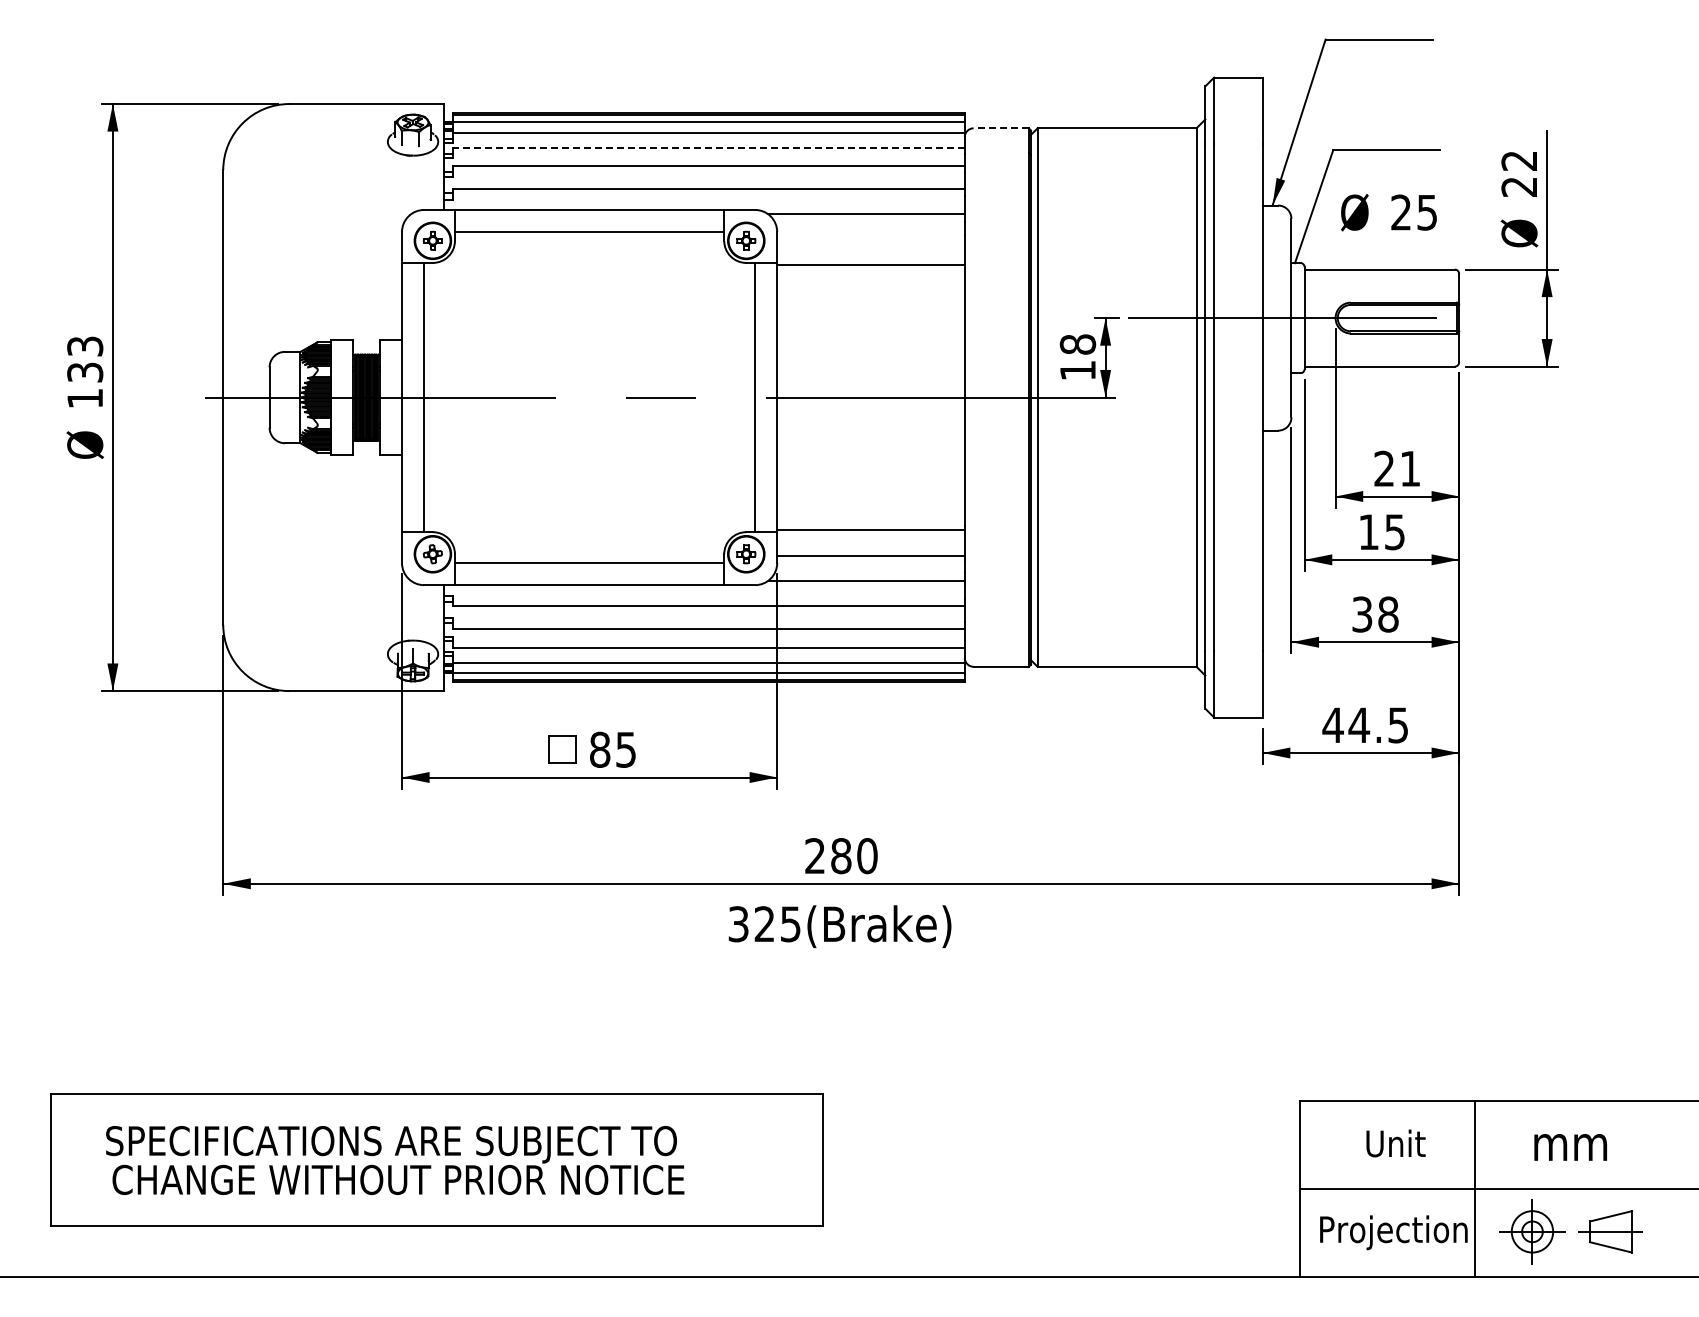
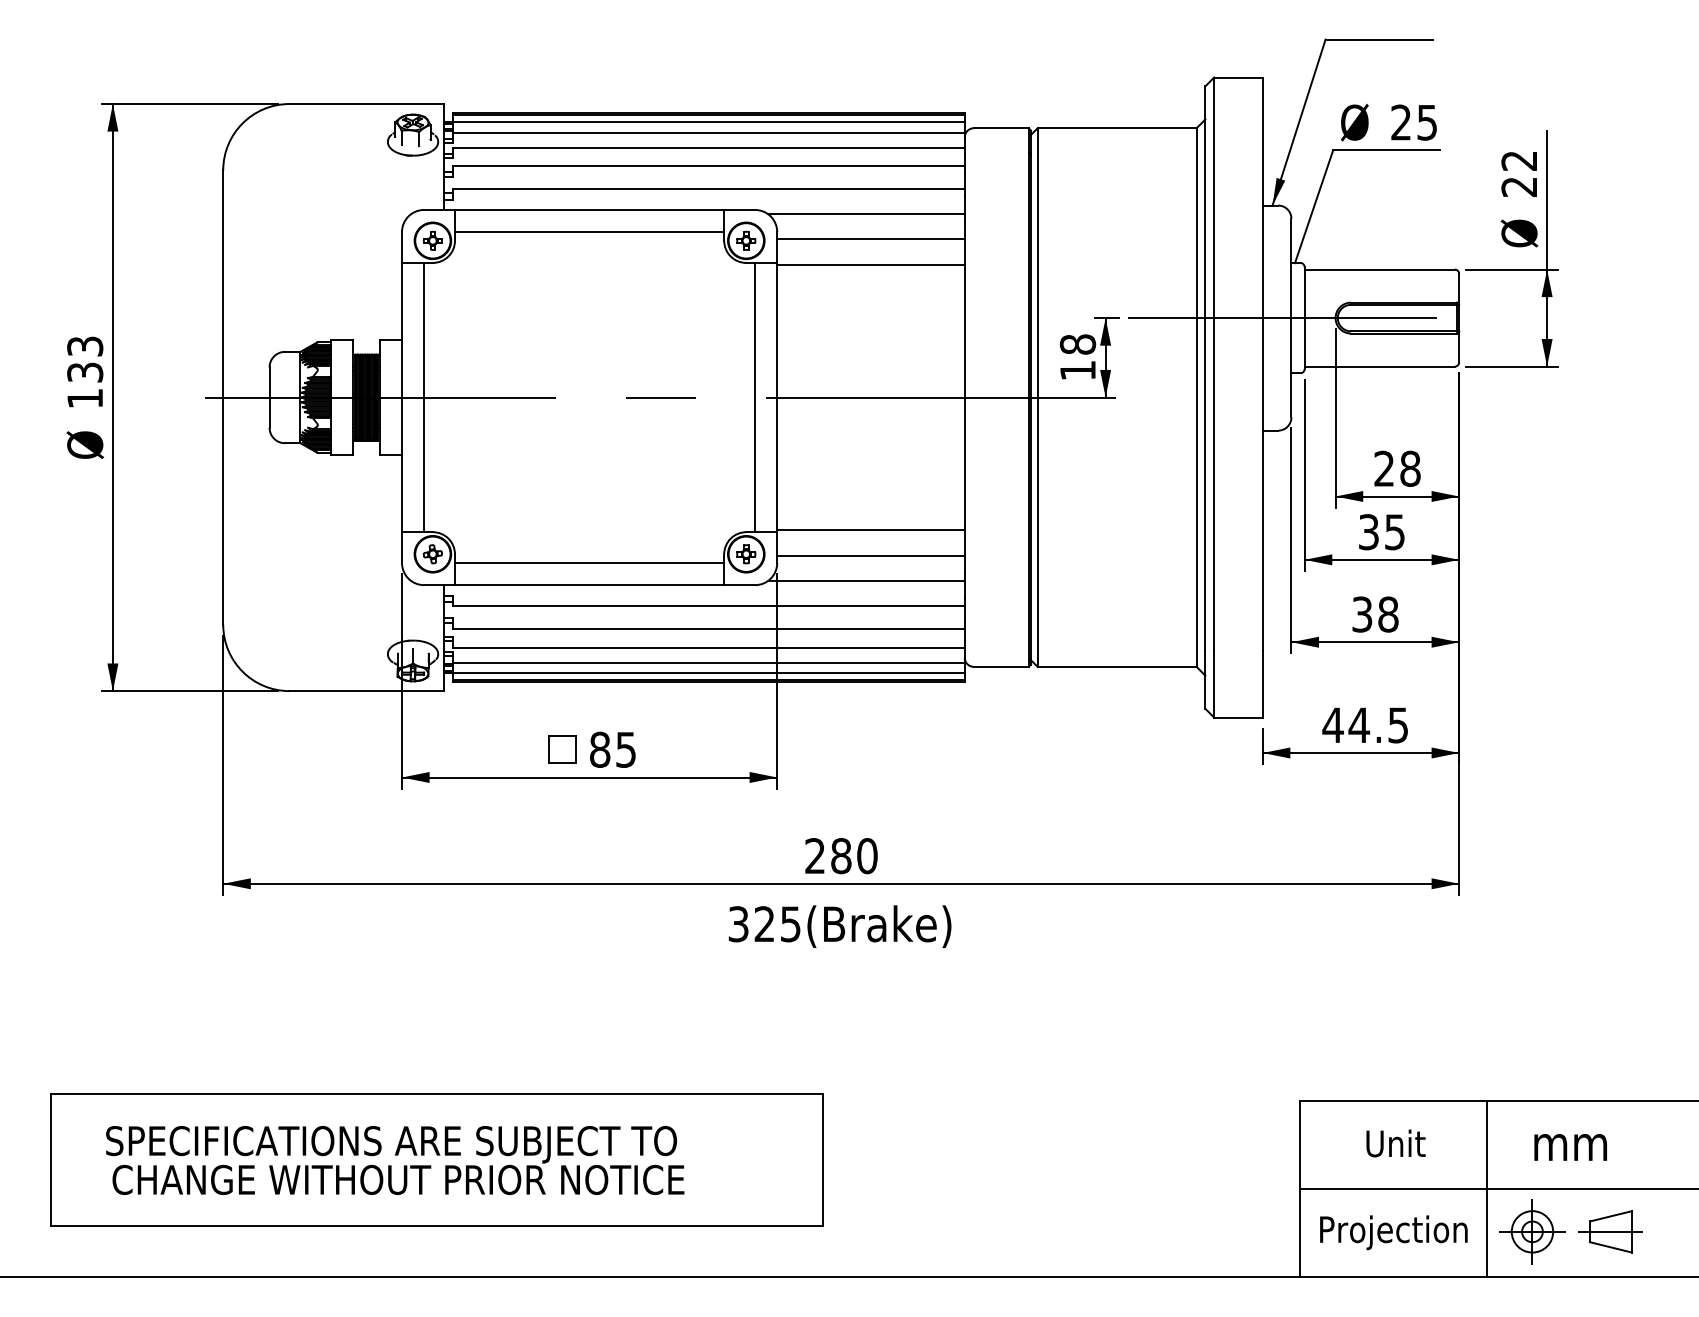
line at (1001, 128): dashed -> solid
line at (708, 147): dashed -> solid
text at (1388, 212) position: (1388, 212) -> (1388, 122)
line at (870, 238): none -> present
text at (1410, 468): 21 -> 28
text at (1368, 532): 15 -> 35
line at (1475, 1188) position: (1475, 1188) -> (1487, 1188)
